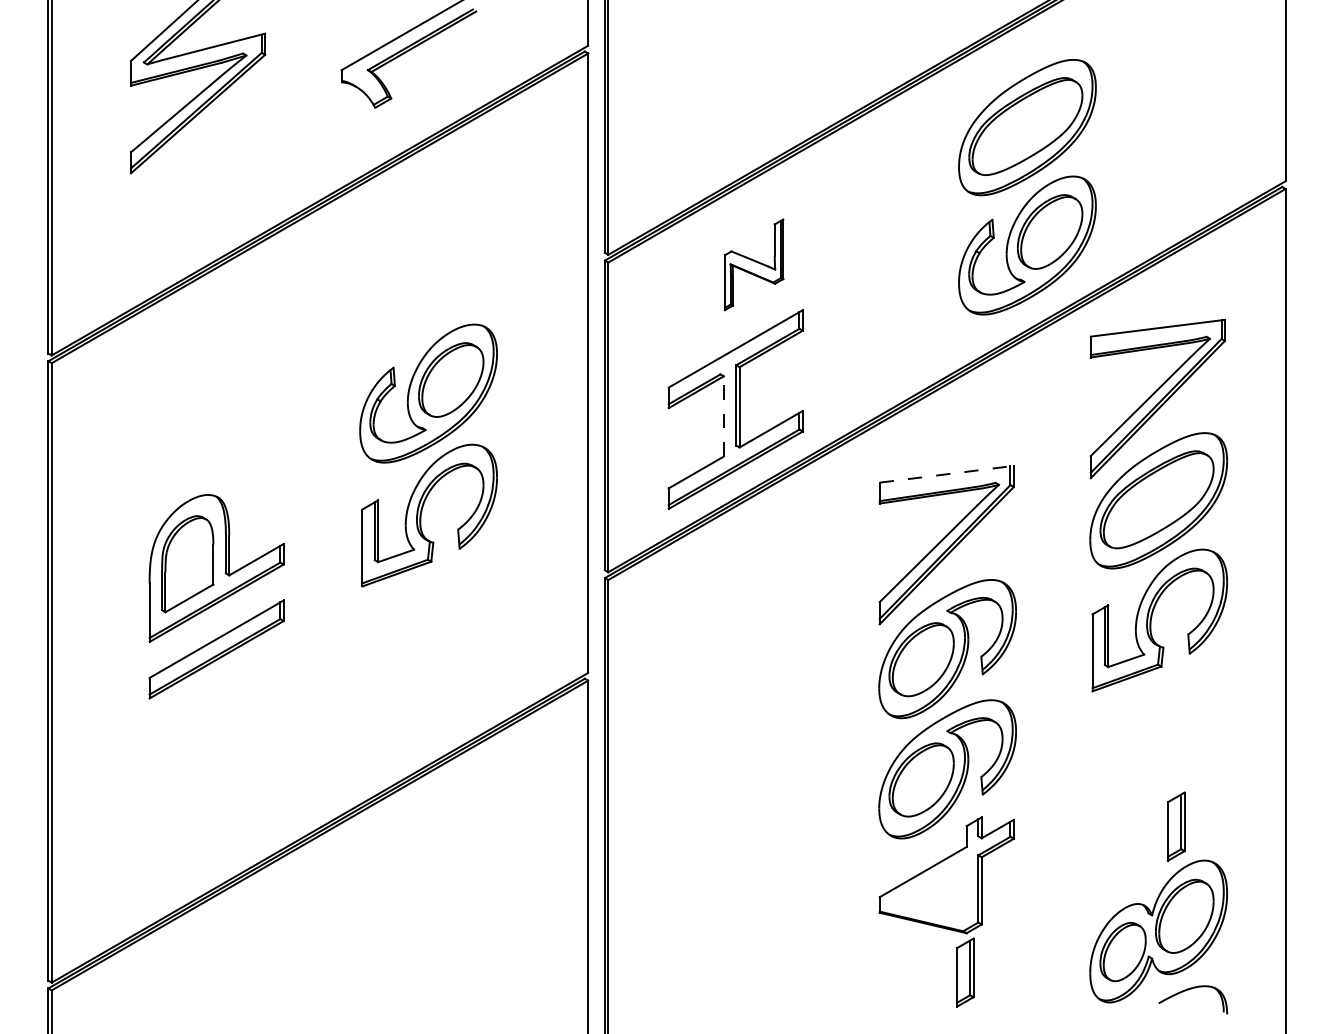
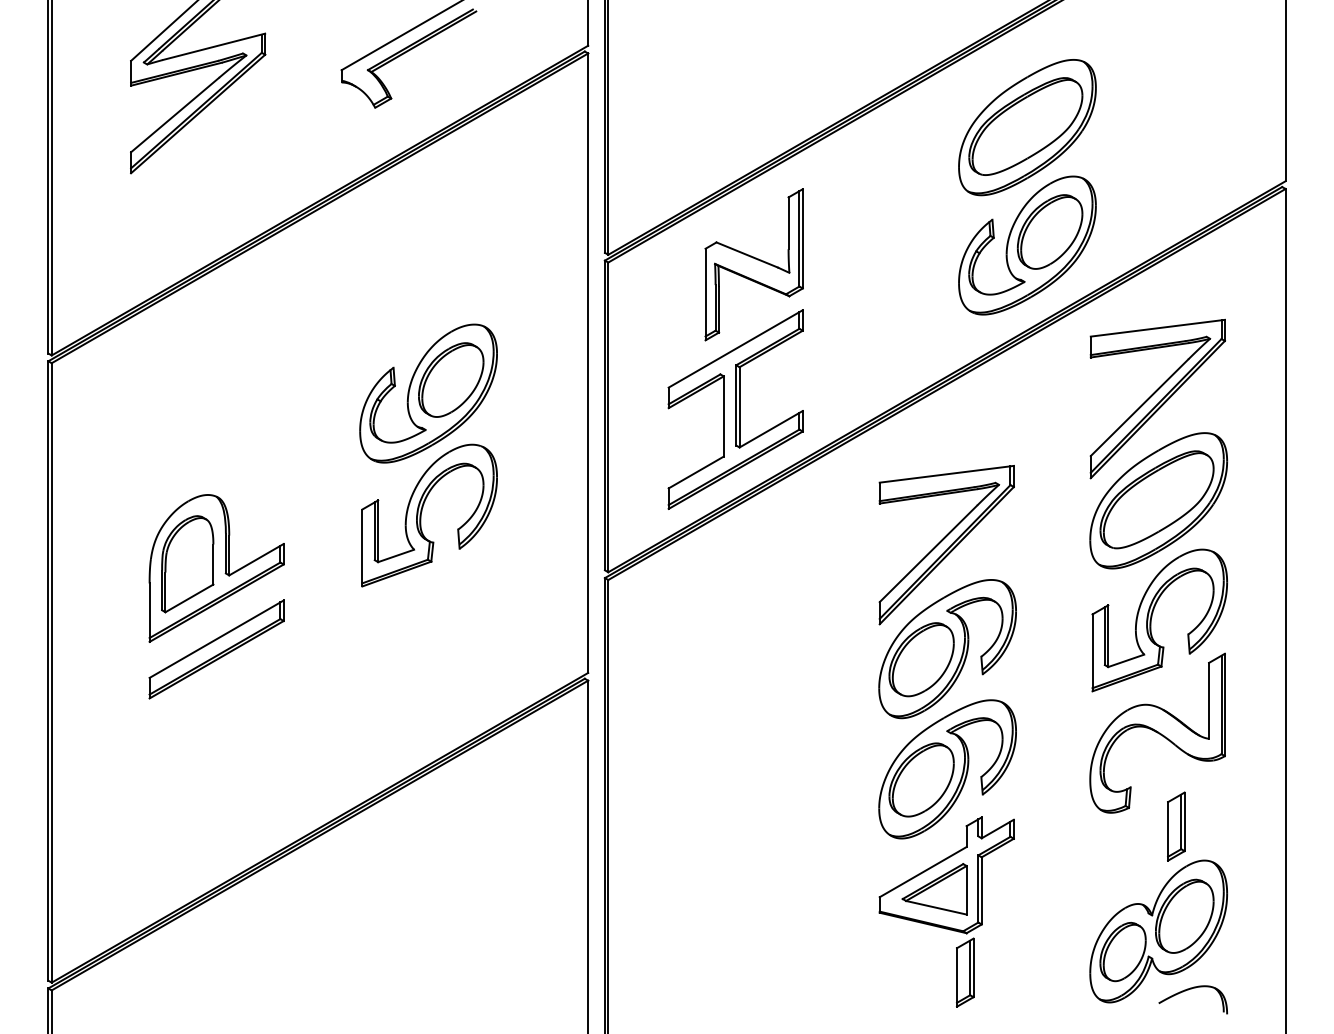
part at (753, 264) size: 62x94 px -> 100x154 px
line at (723, 416): dashed -> solid
line at (946, 474): dashed -> solid
part at (1157, 732): none -> present
part at (934, 889): none -> present
